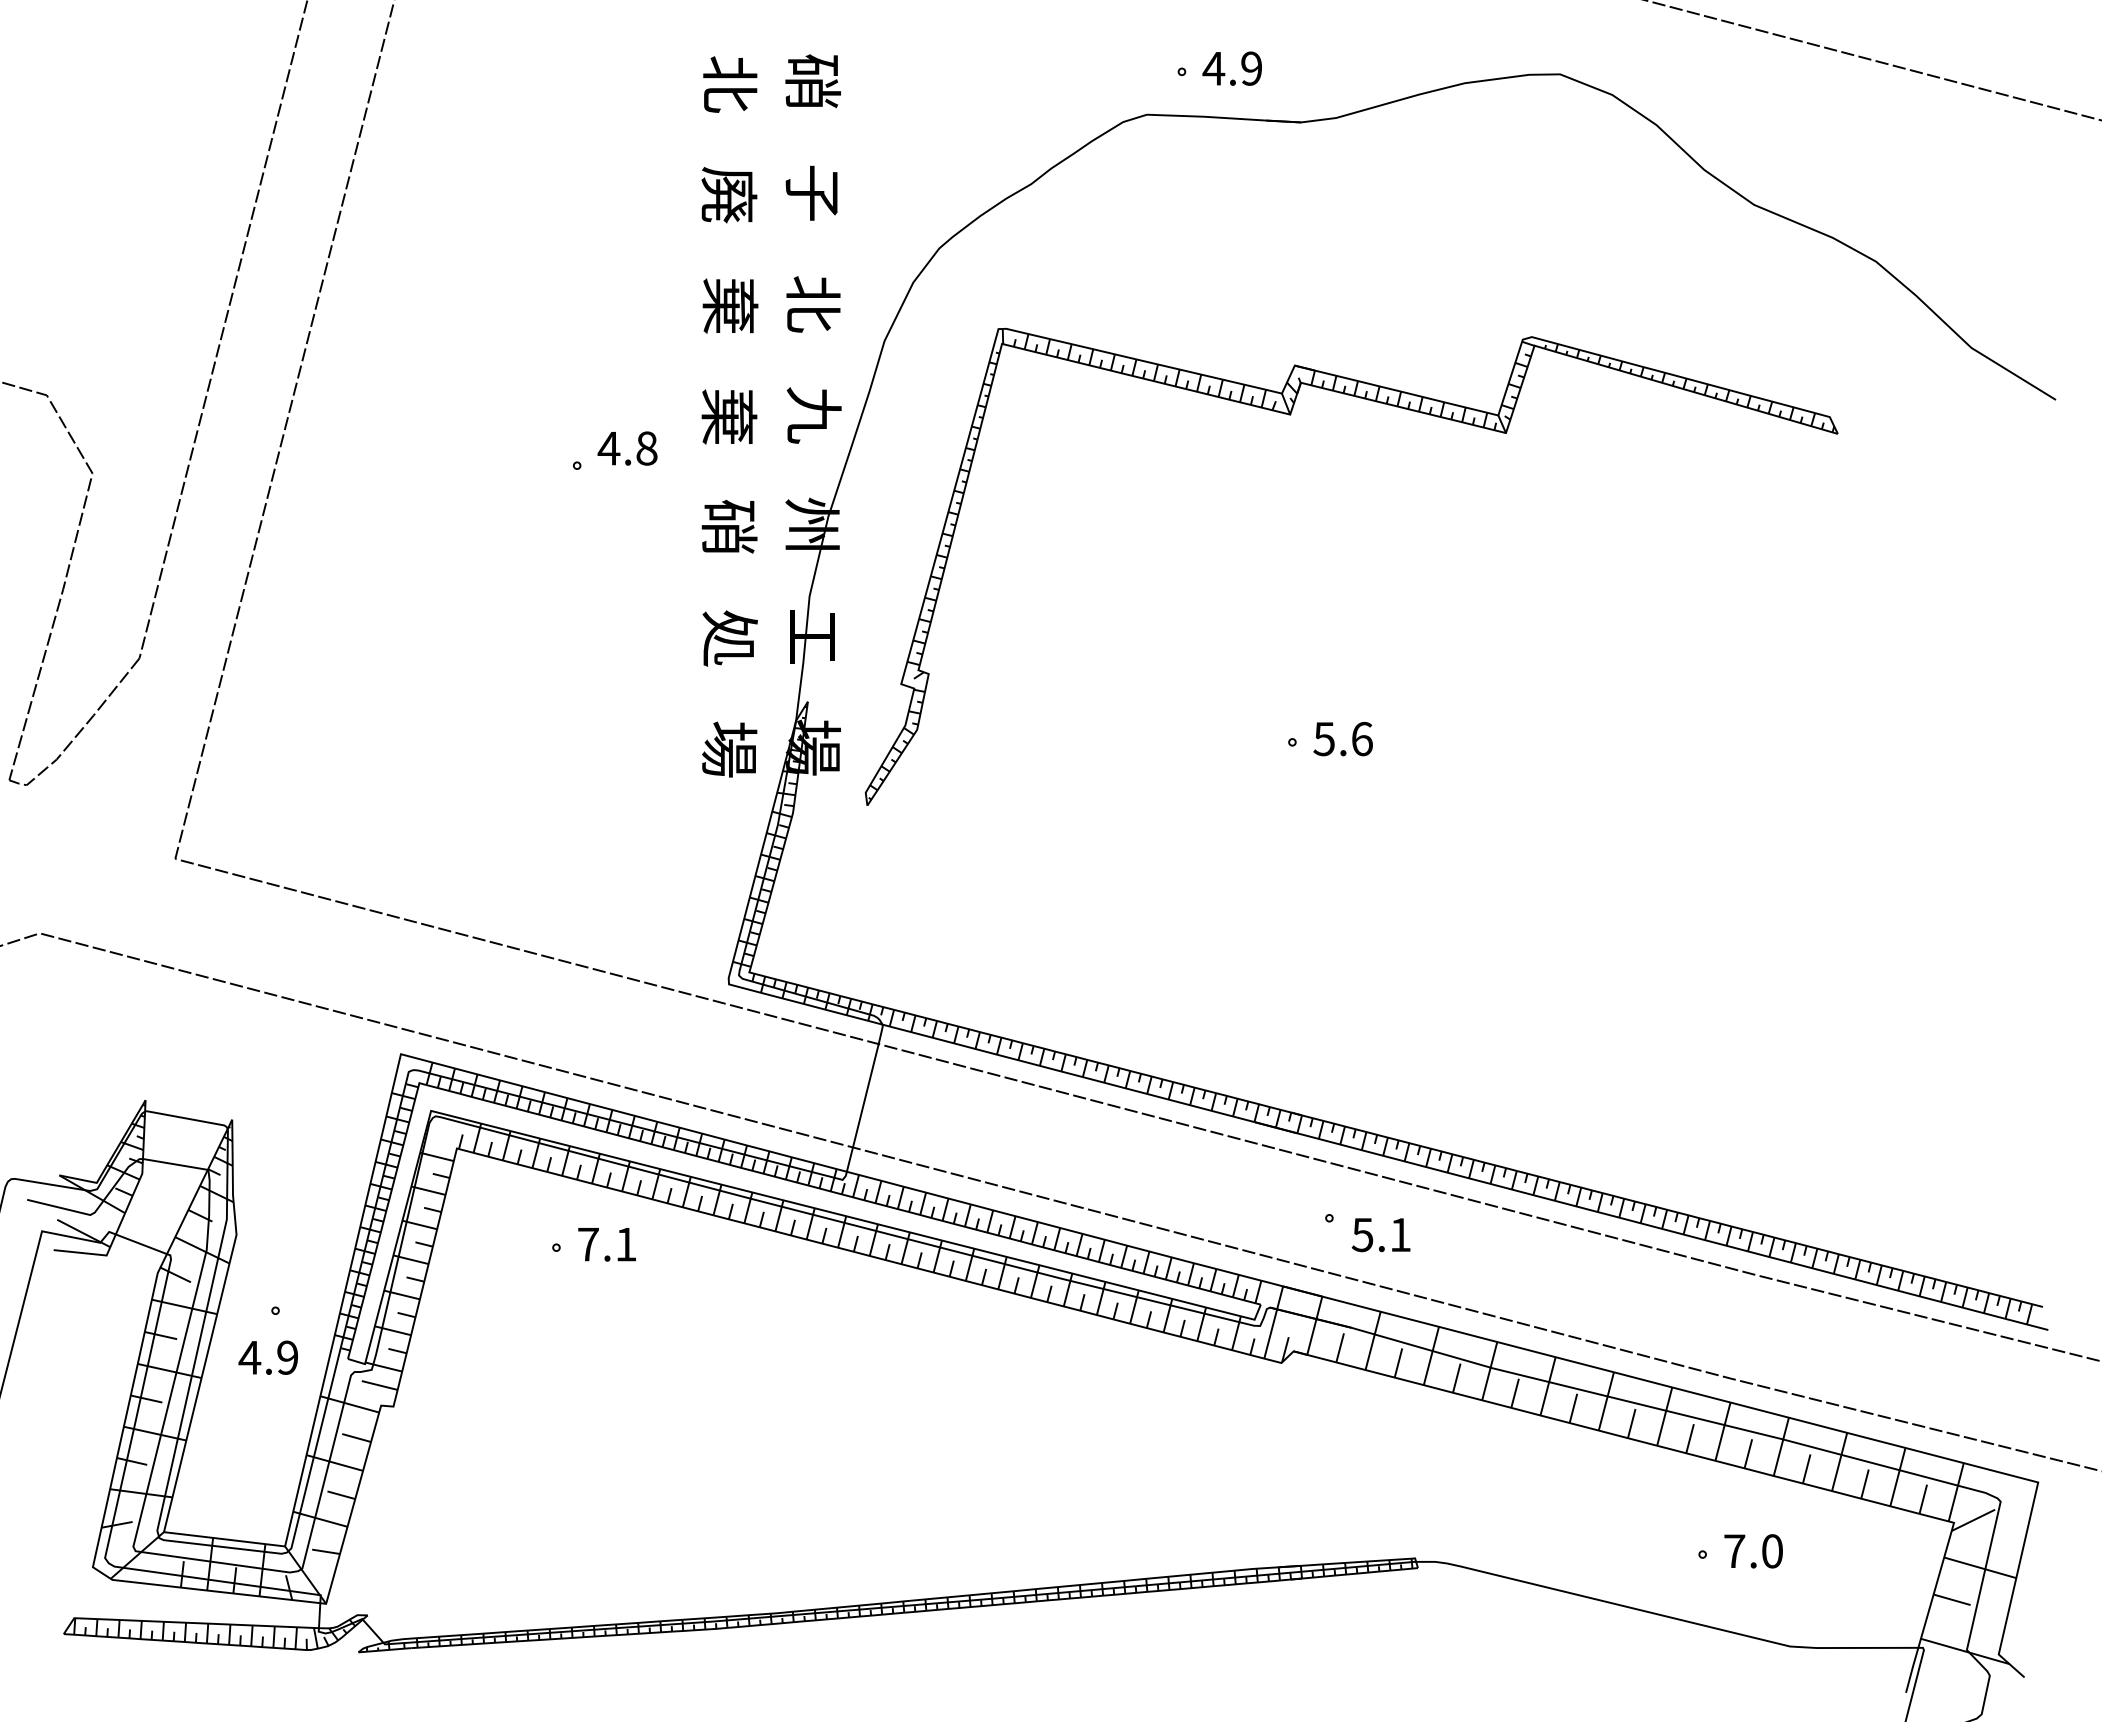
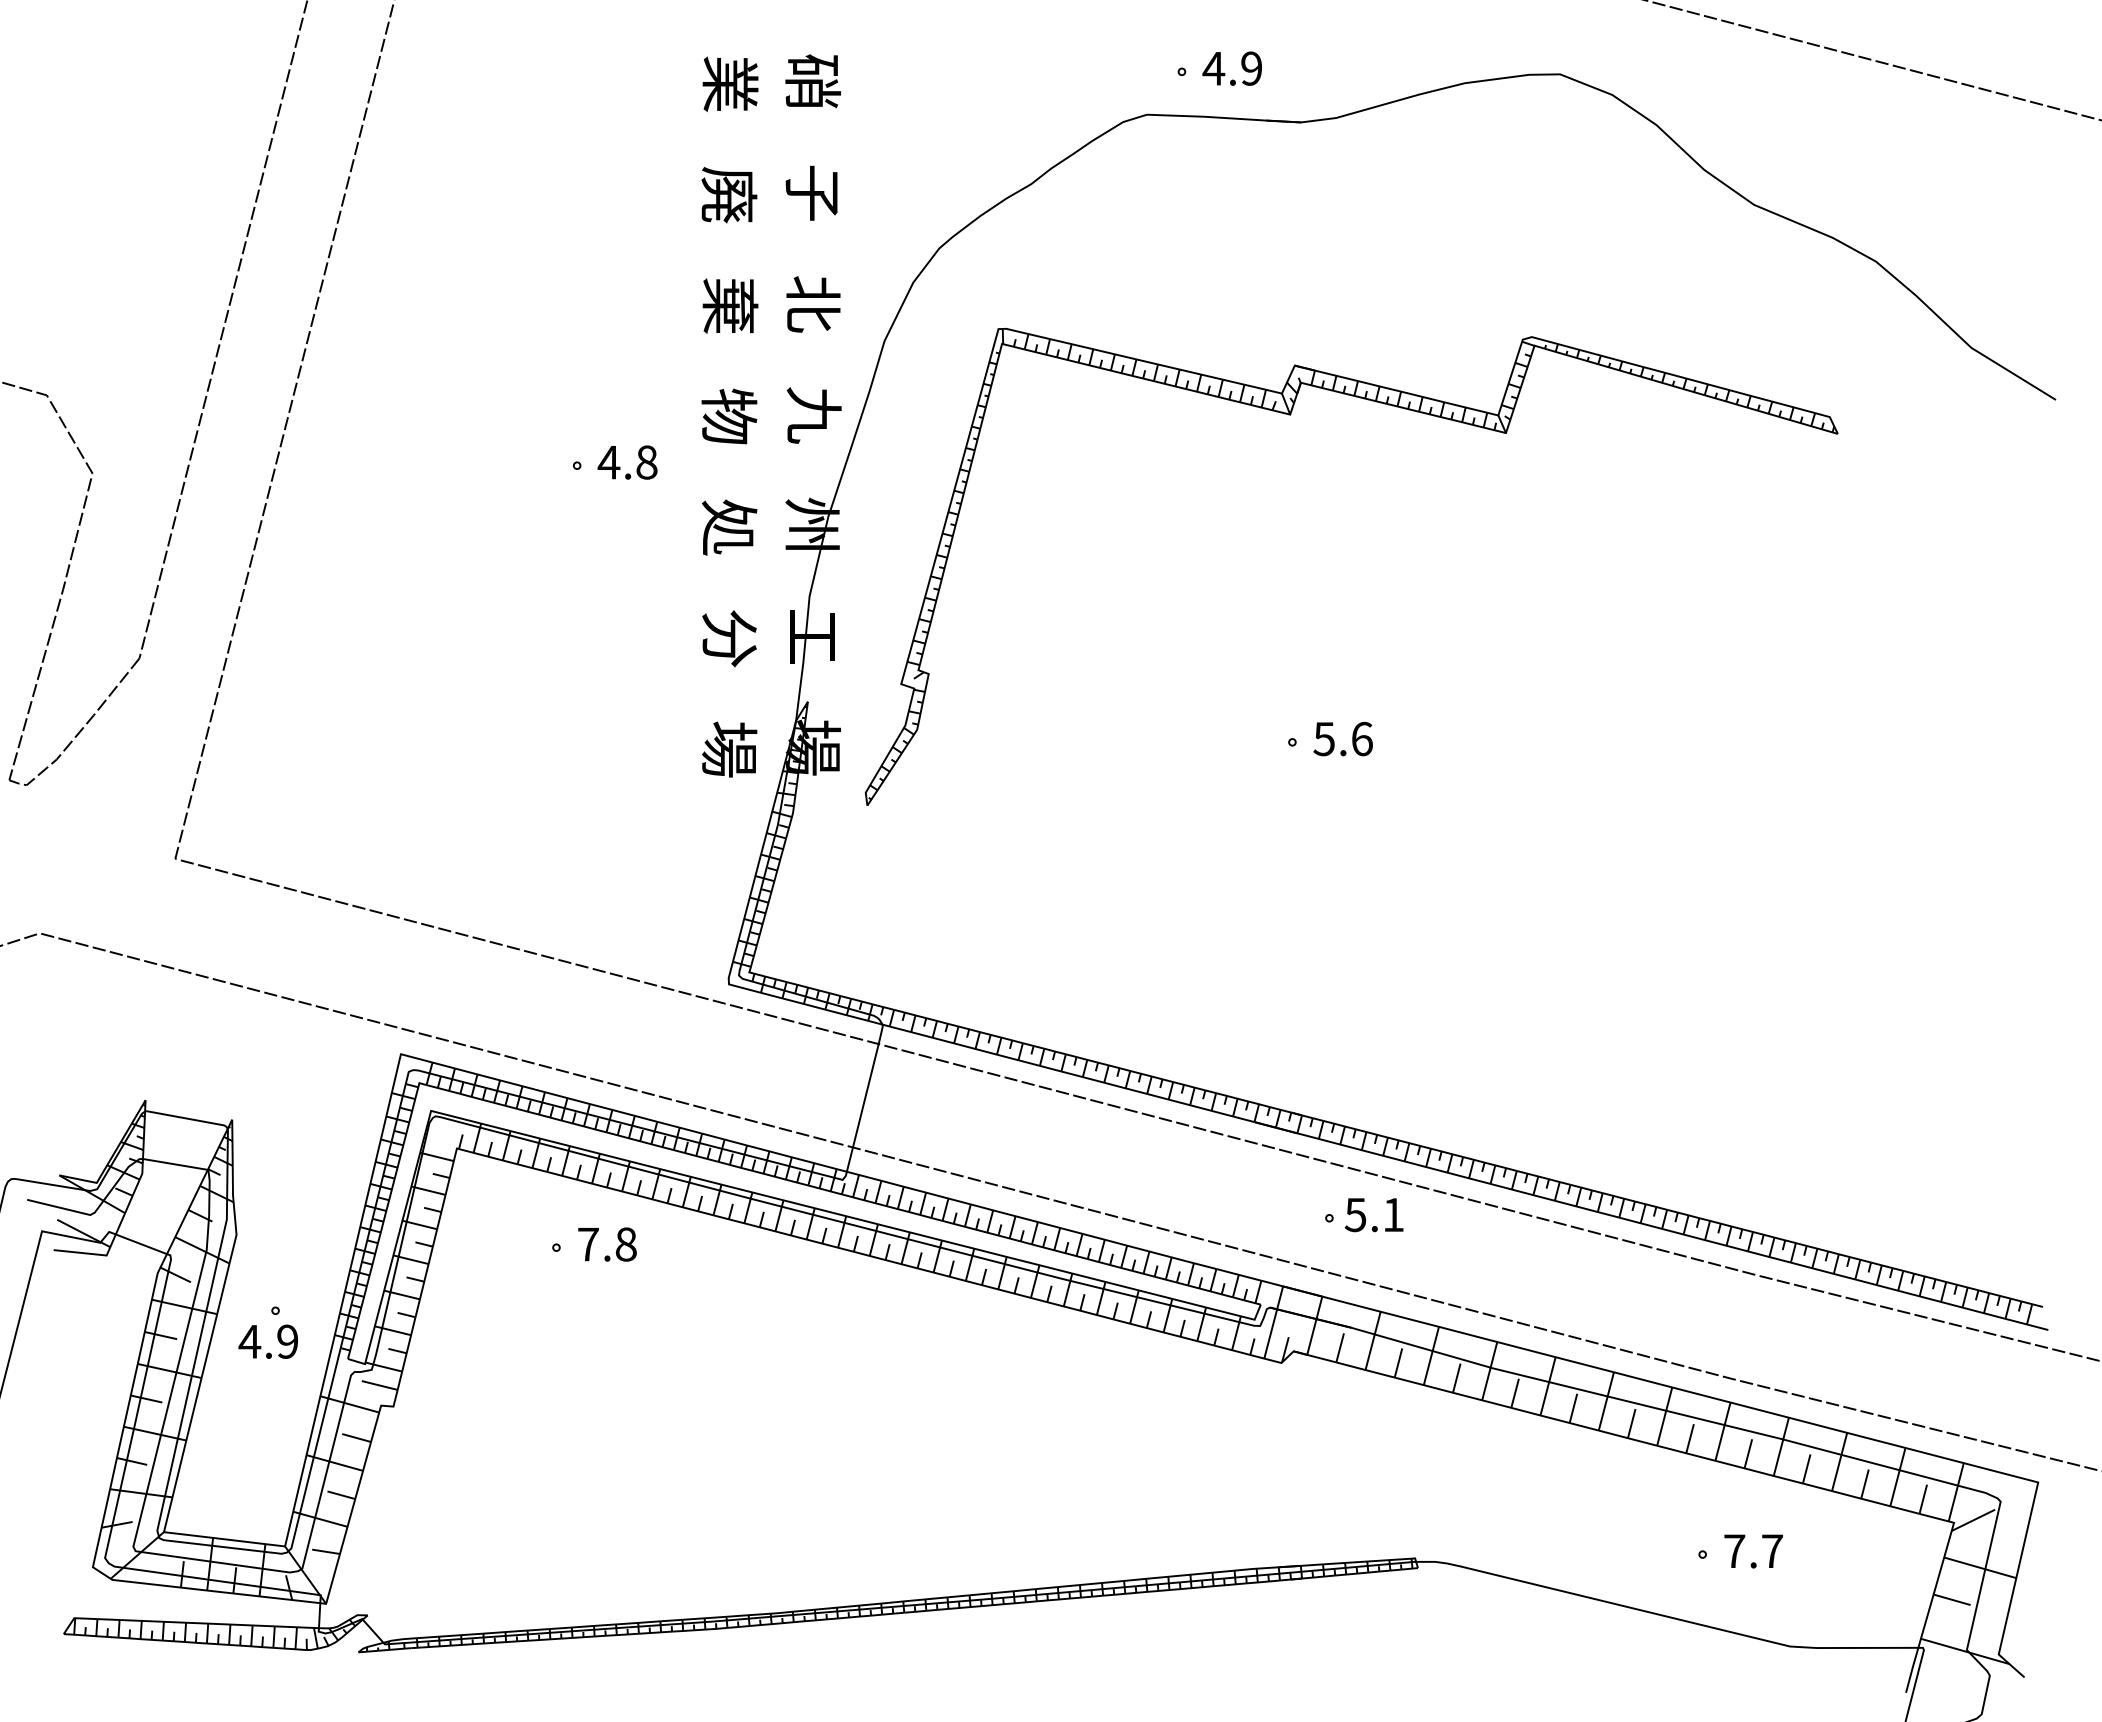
text at (730, 84): 北 -> 業
text at (729, 416): 棄 -> 物
text at (627, 448) position: (627, 448) -> (627, 462)
text at (729, 527): 硝 -> 処
text at (729, 638): 処 -> 分
text at (1380, 1235) position: (1380, 1235) -> (1373, 1215)
text at (626, 1244): 7.1 -> 7.8
text at (267, 1357) position: (267, 1357) -> (267, 1341)
text at (1772, 1551): 7.0 -> 7.7
